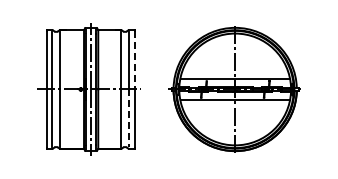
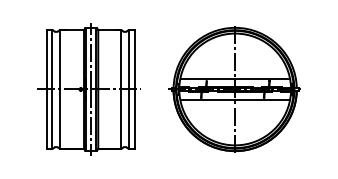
line at (134, 60): dashed -> solid
line at (128, 118): dashed -> solid
